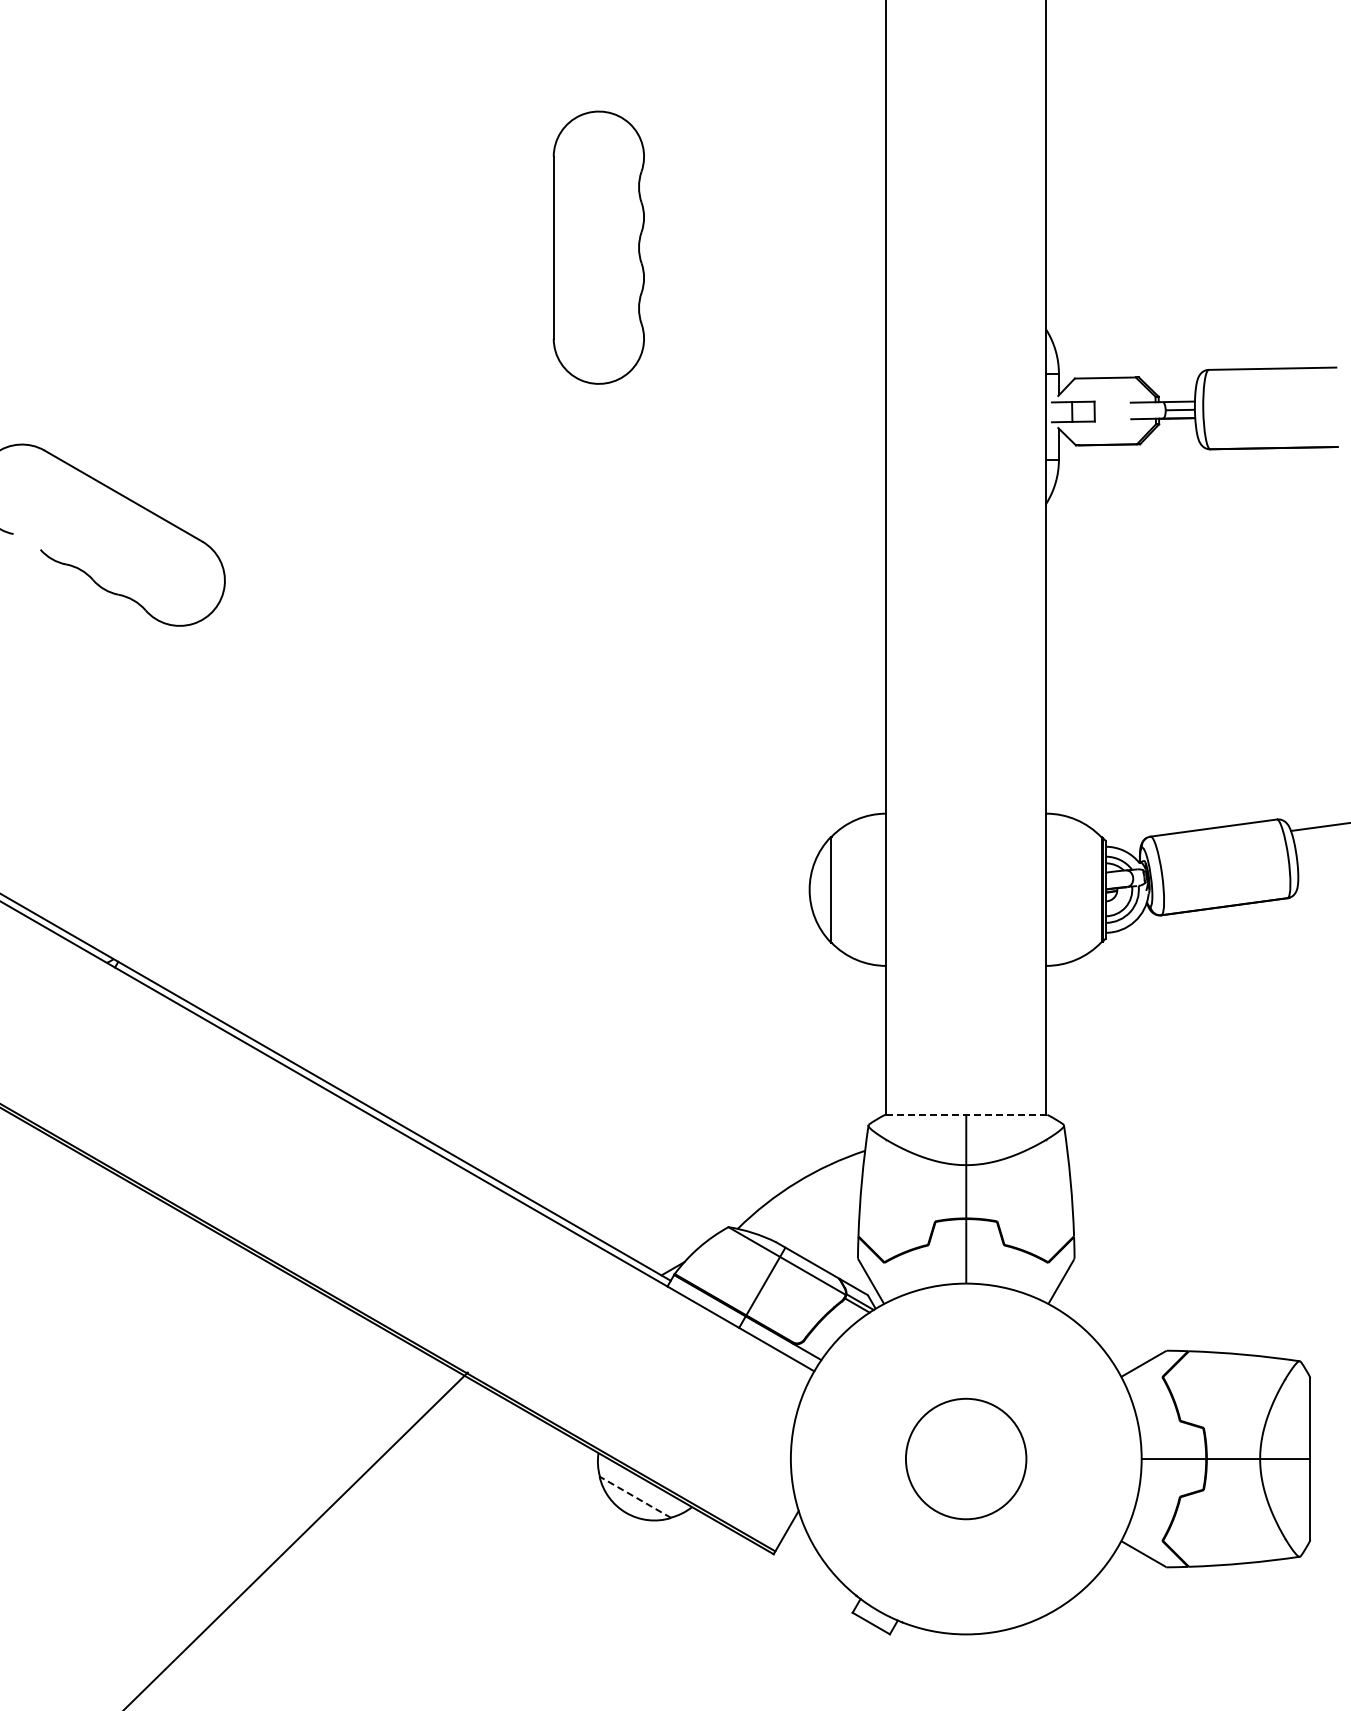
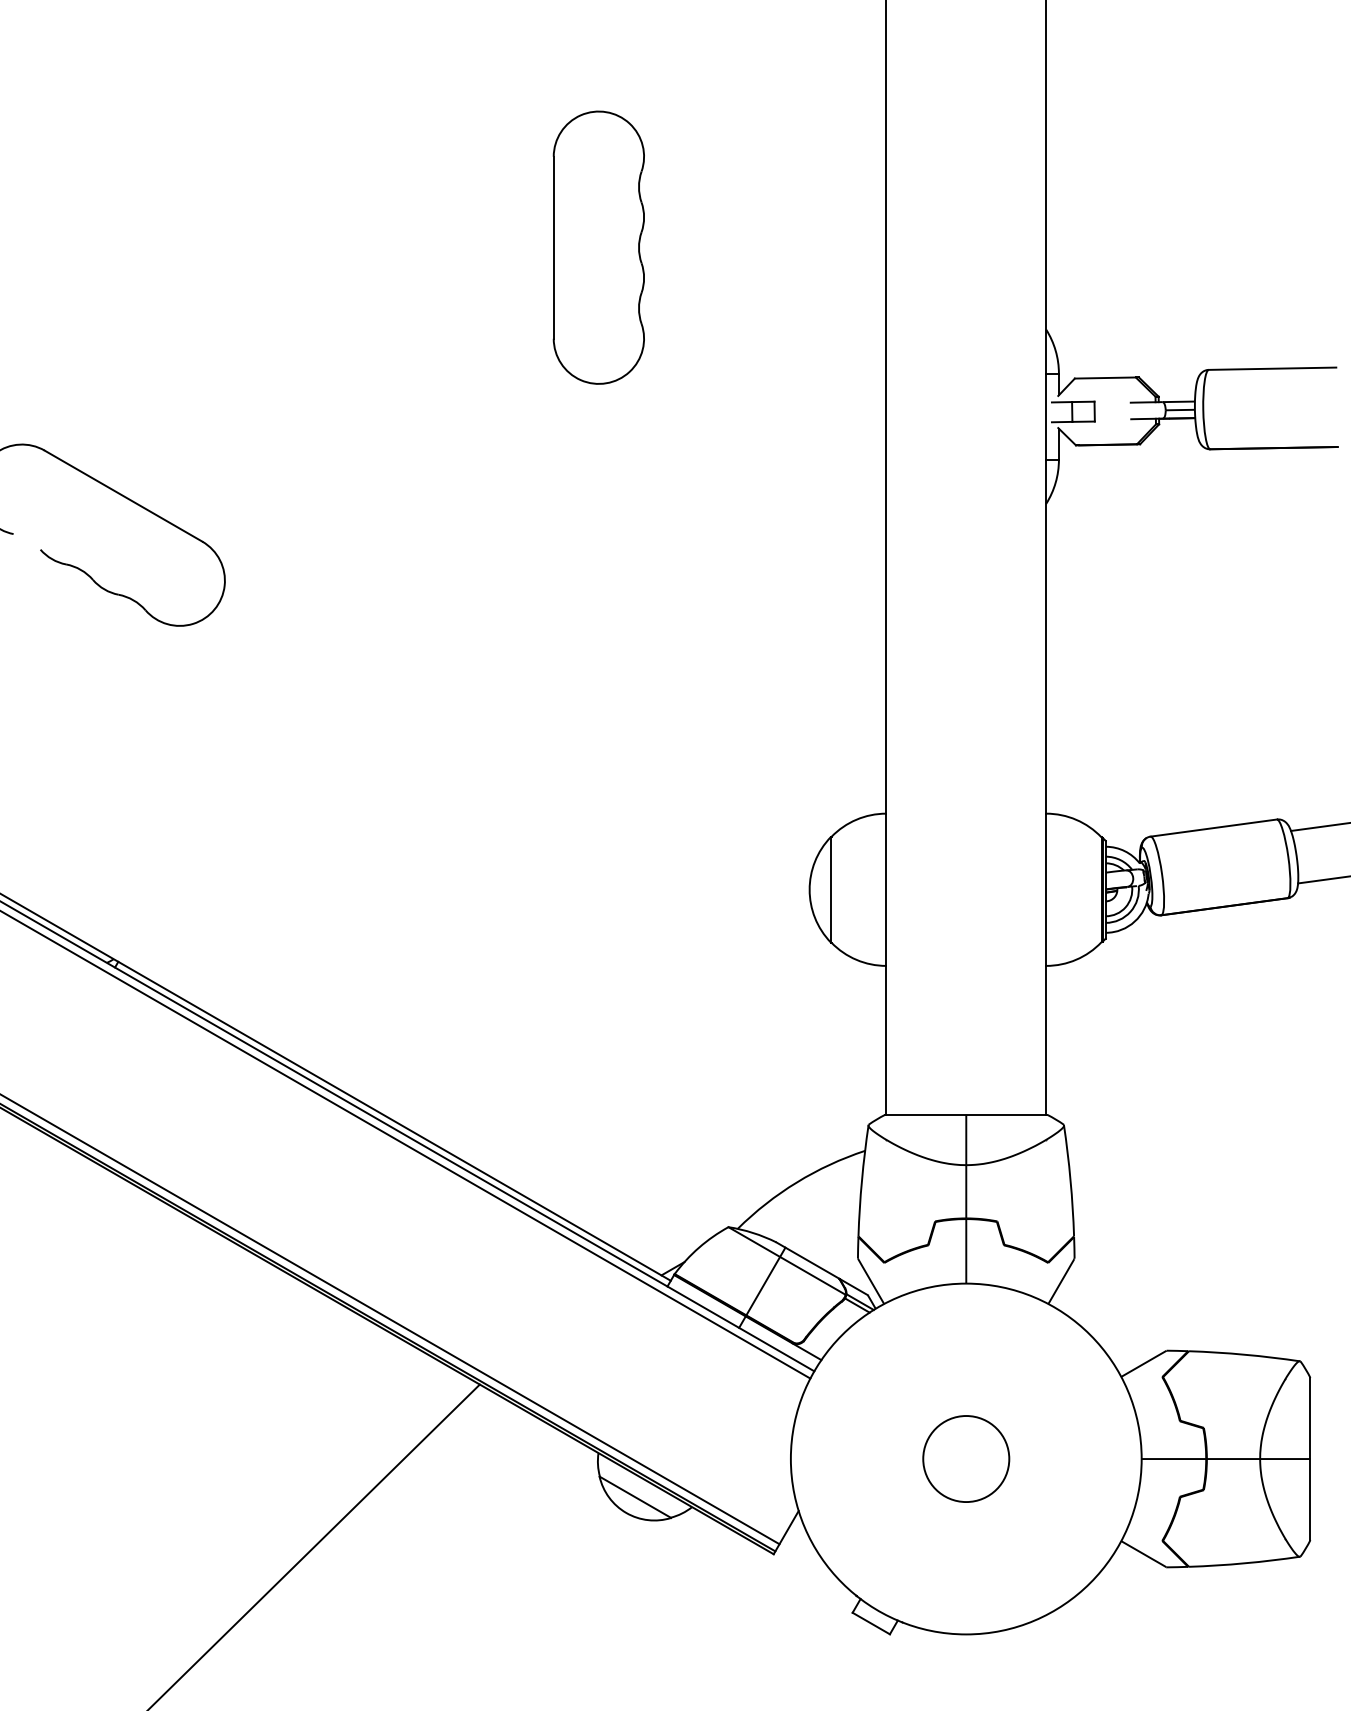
line at (1322, 879): none -> present
line at (965, 1114): dashed -> solid
line at (406, 1145): none -> present
line at (390, 1319): none -> present
circle at (966, 1458) size: 123x124 px -> 89x88 px
line at (634, 1497): dashed -> solid
line at (296, 1539) position: (296, 1539) -> (314, 1545)
